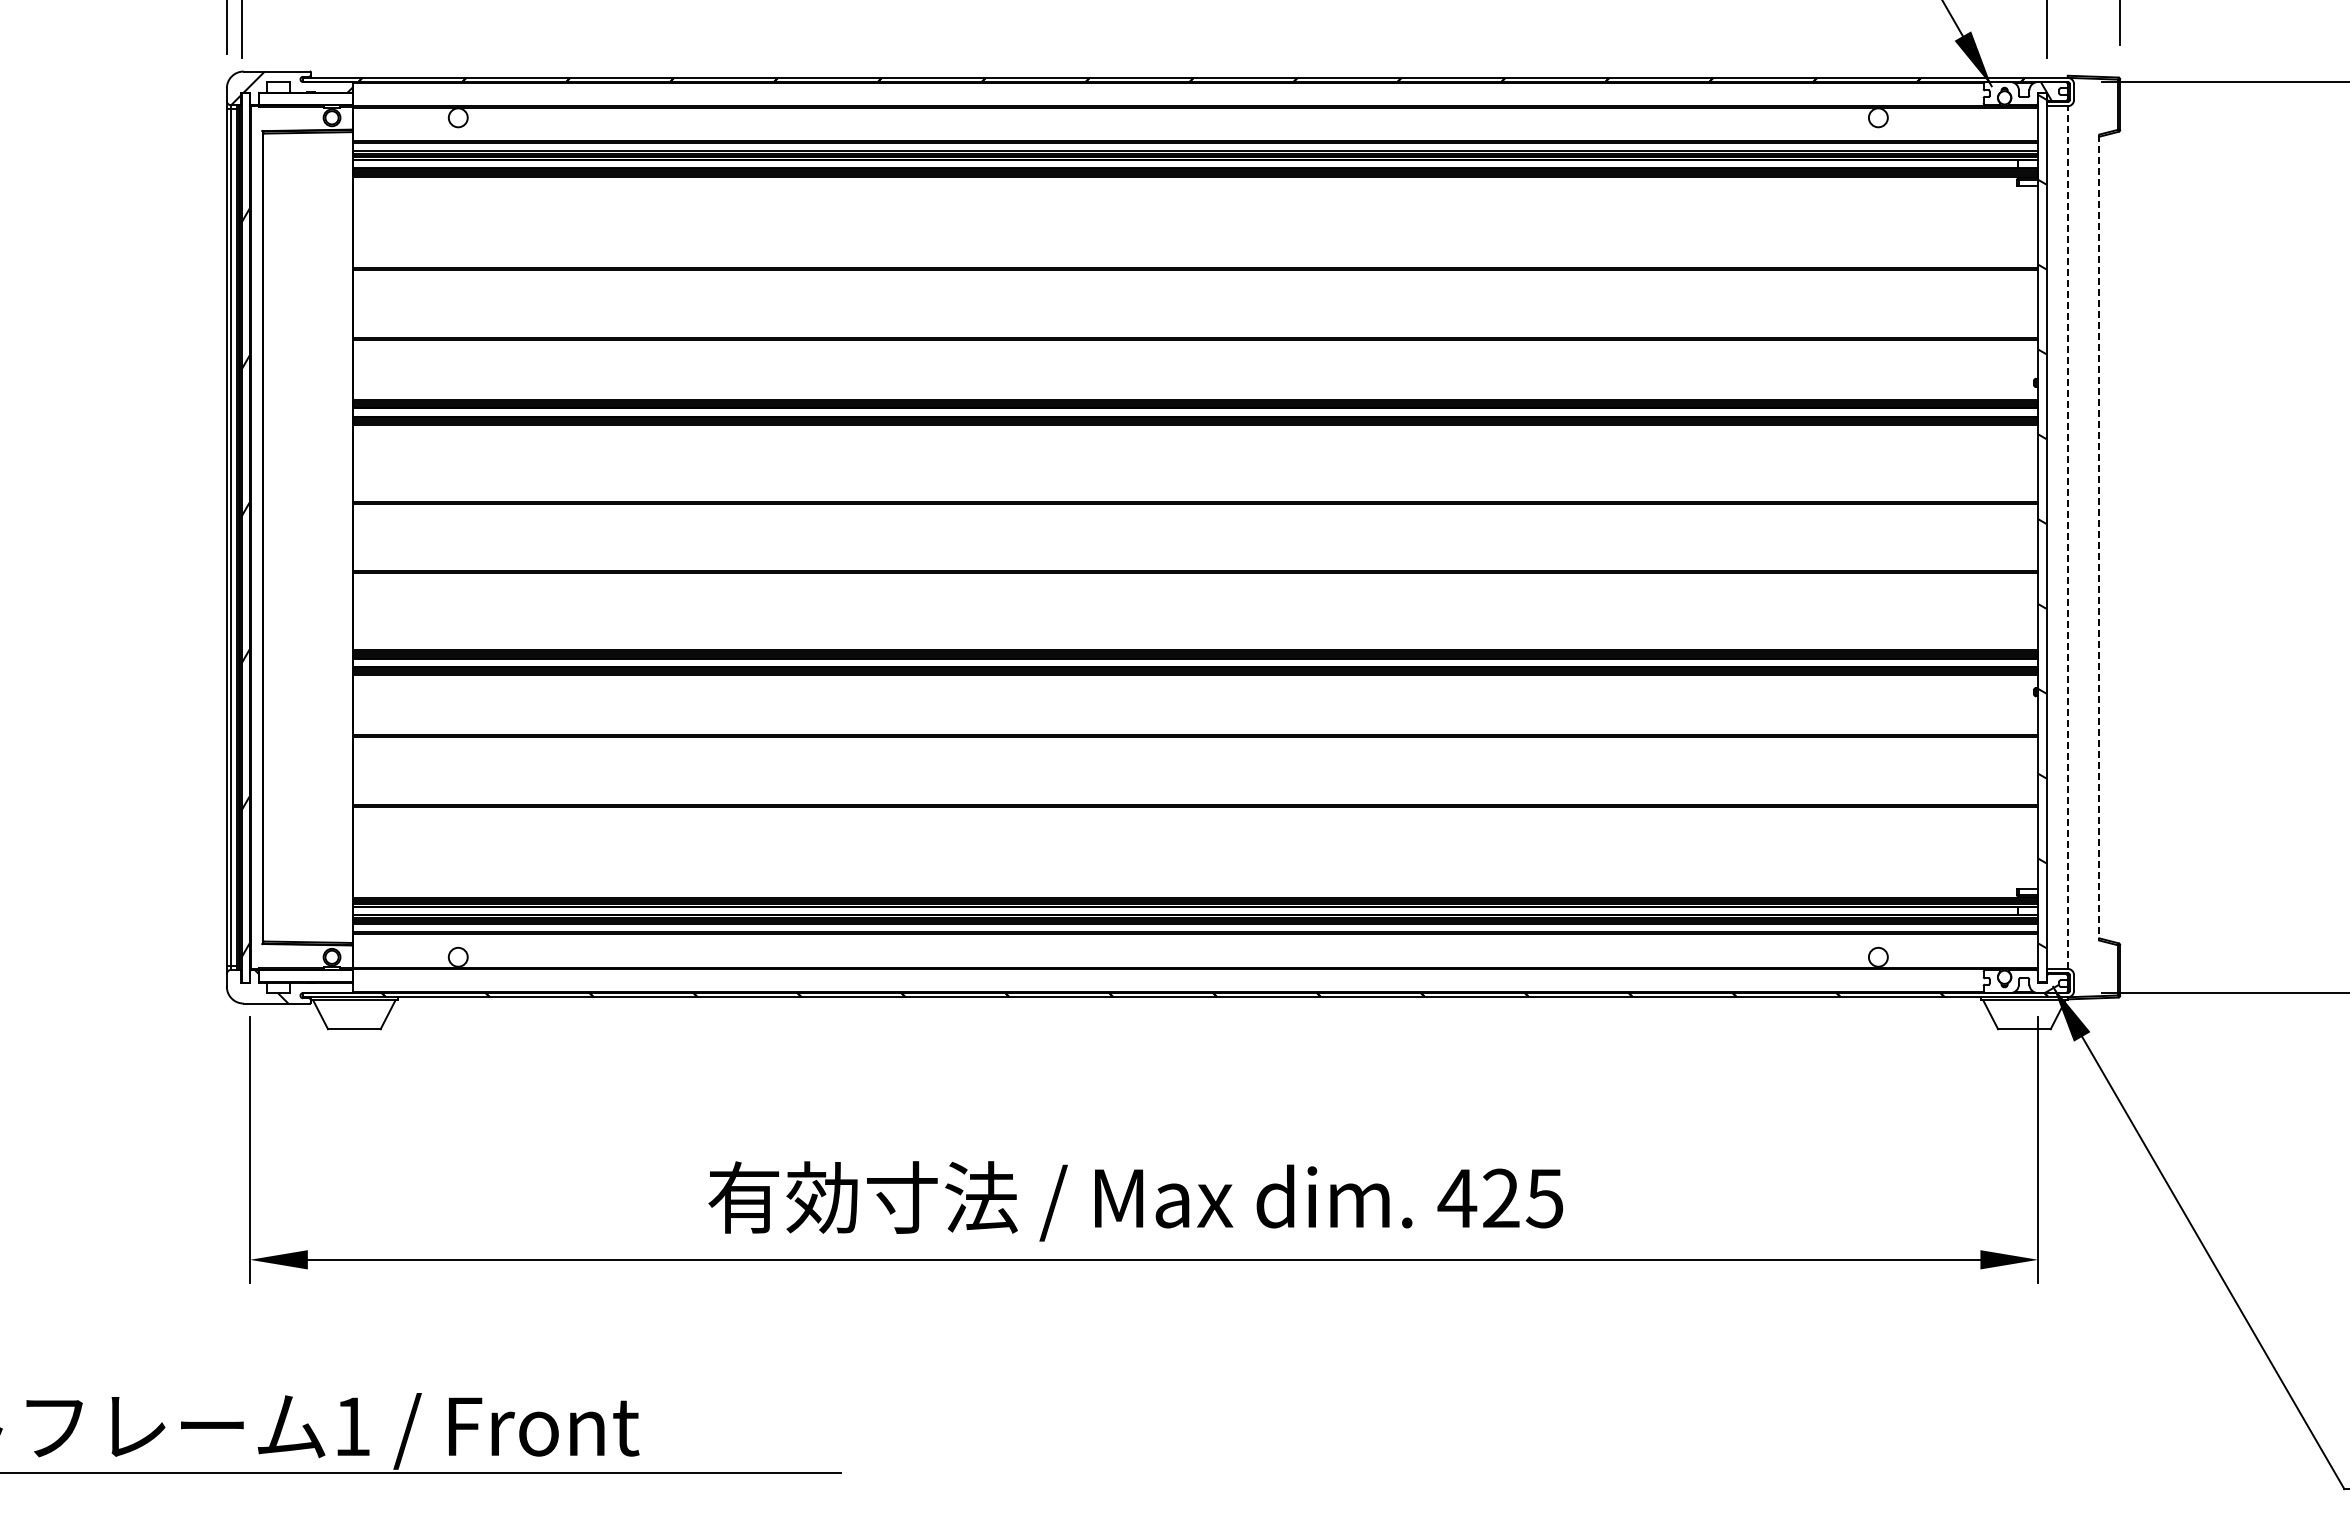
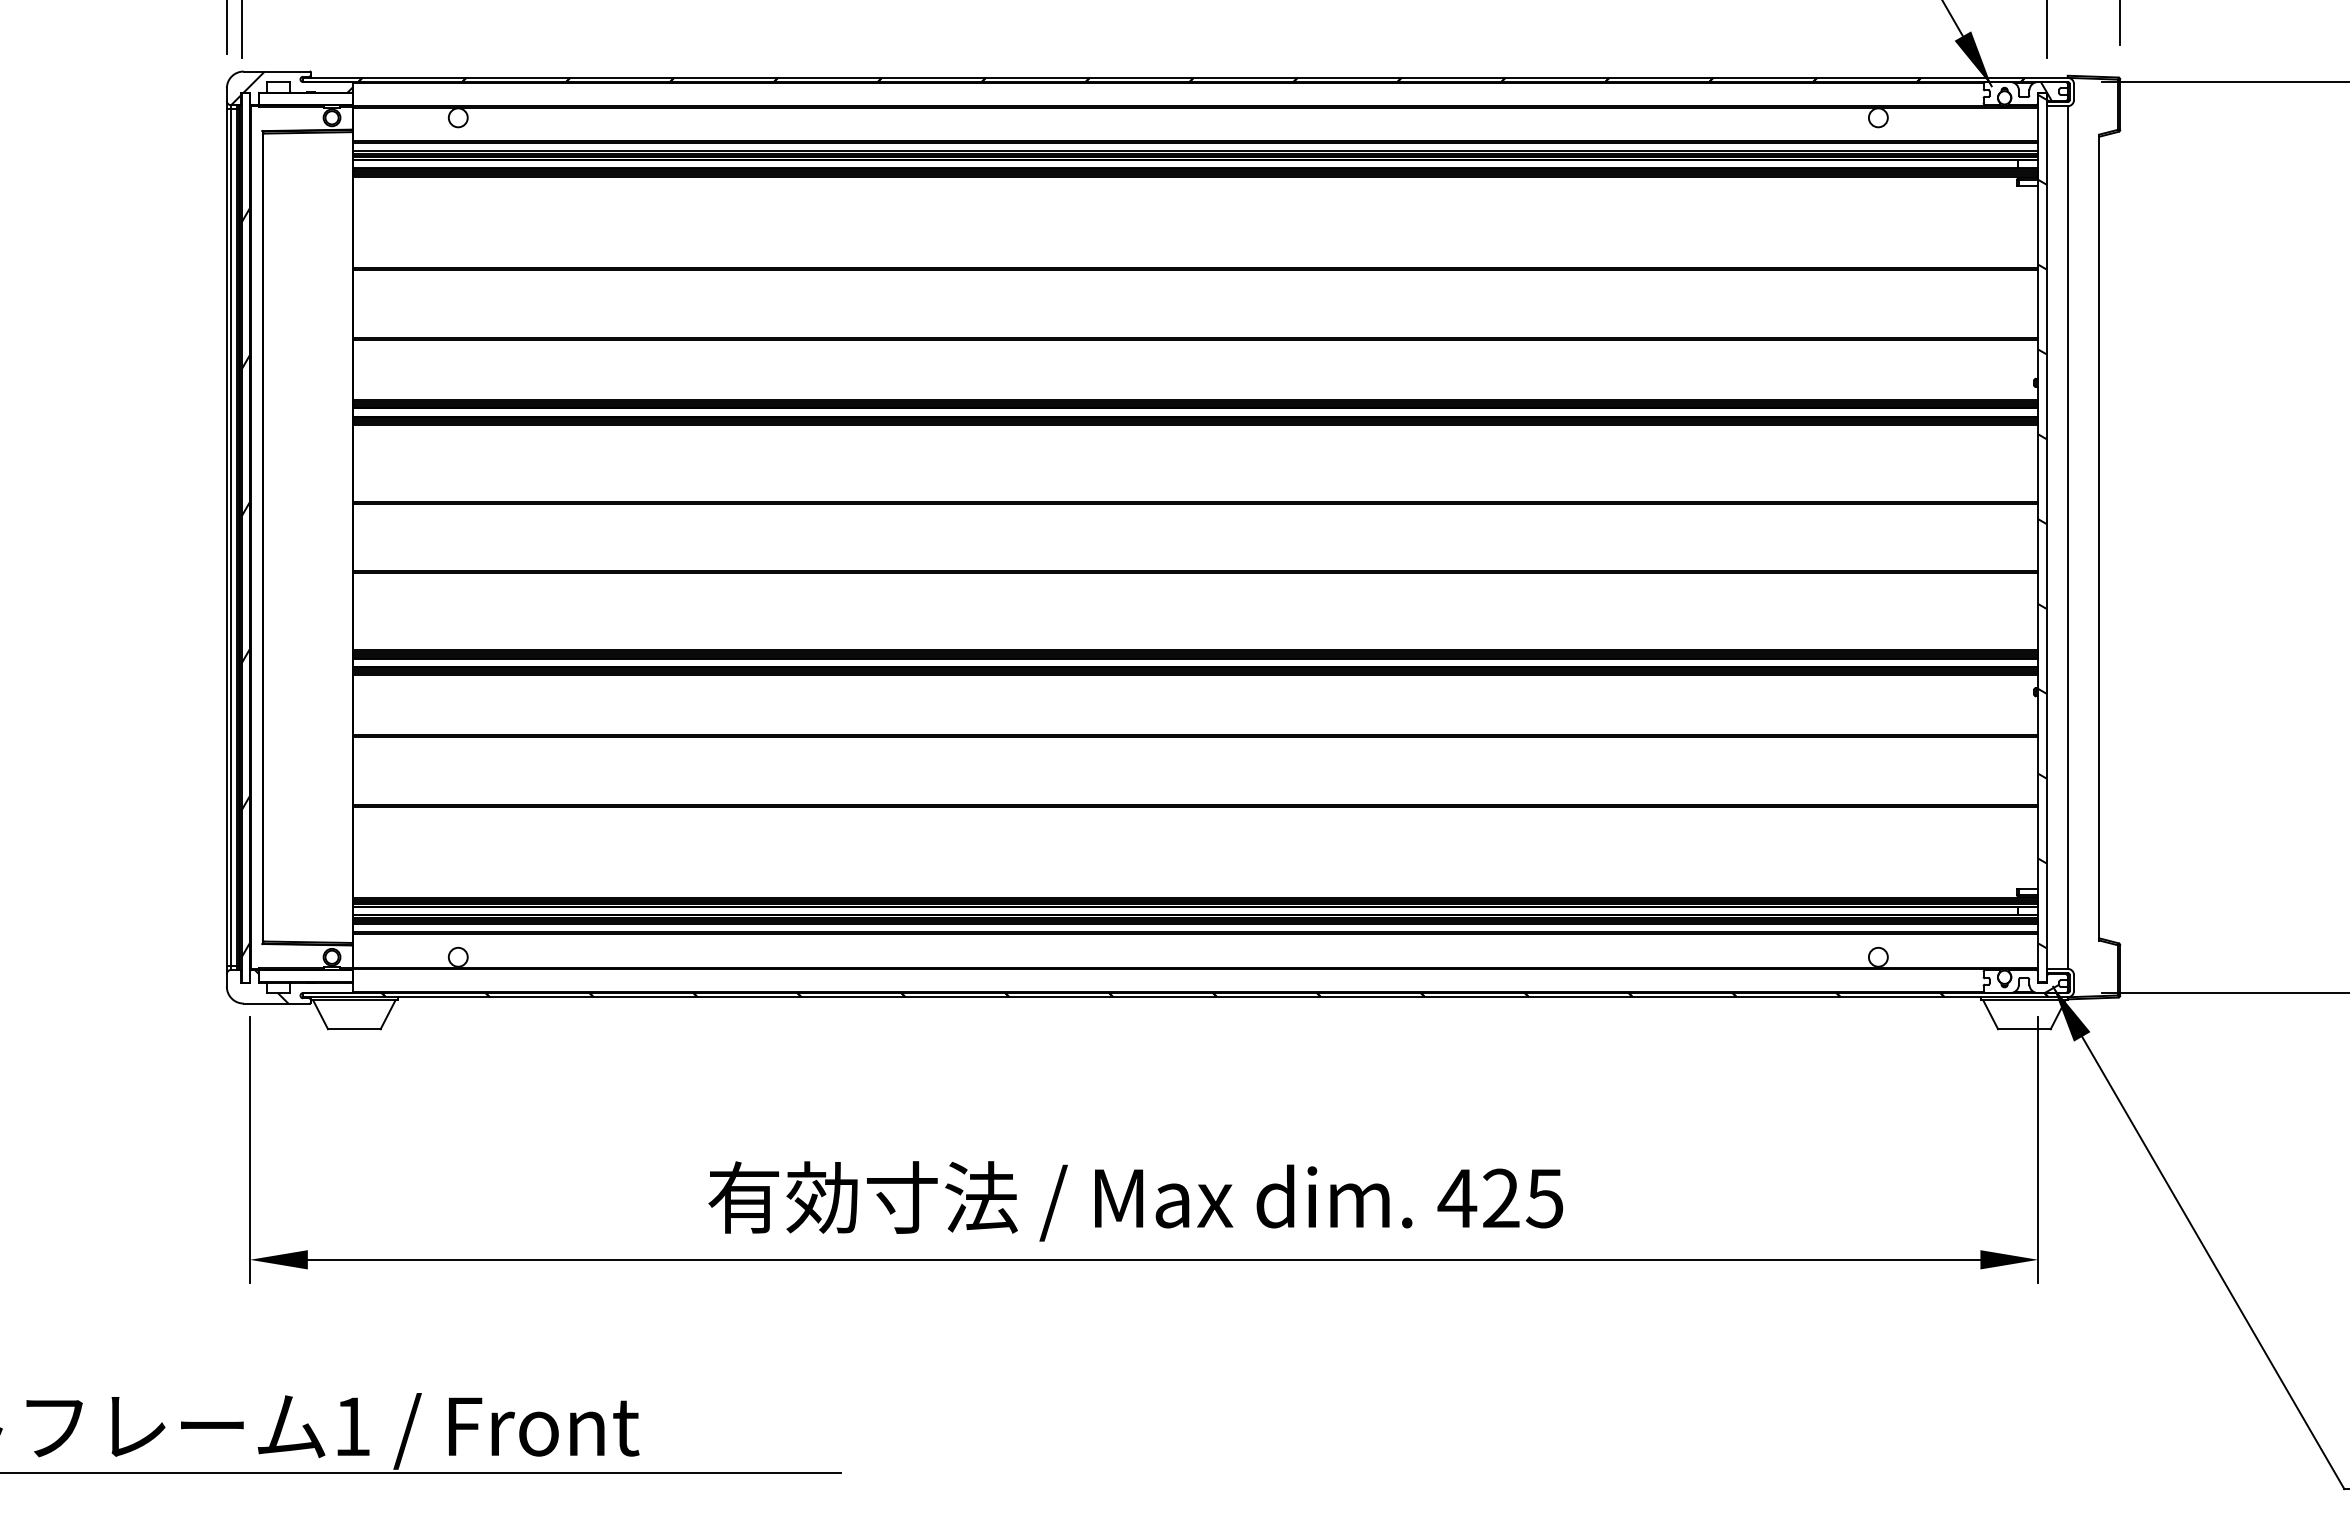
line at (2067, 537): dashed -> solid
line at (2099, 537): dashed -> solid
